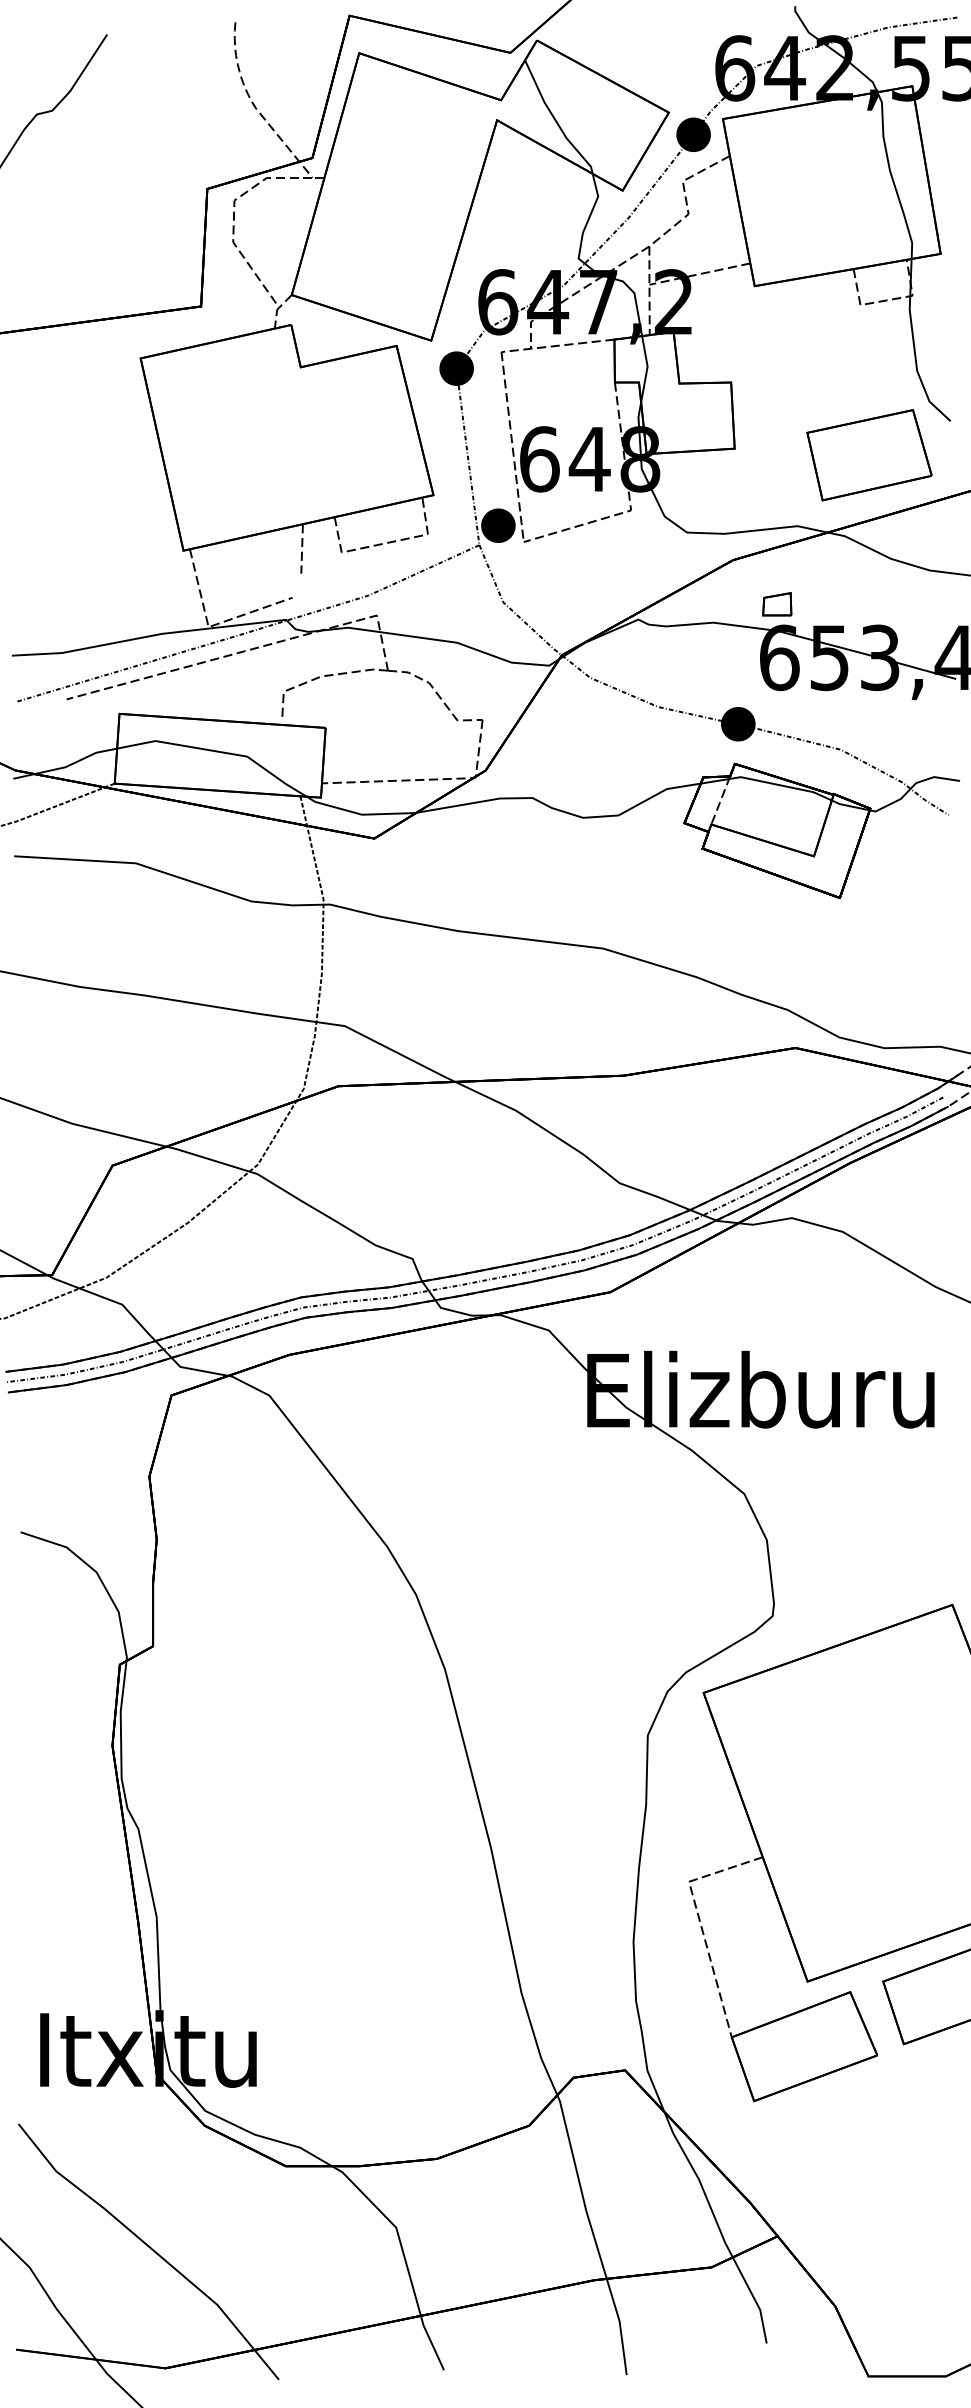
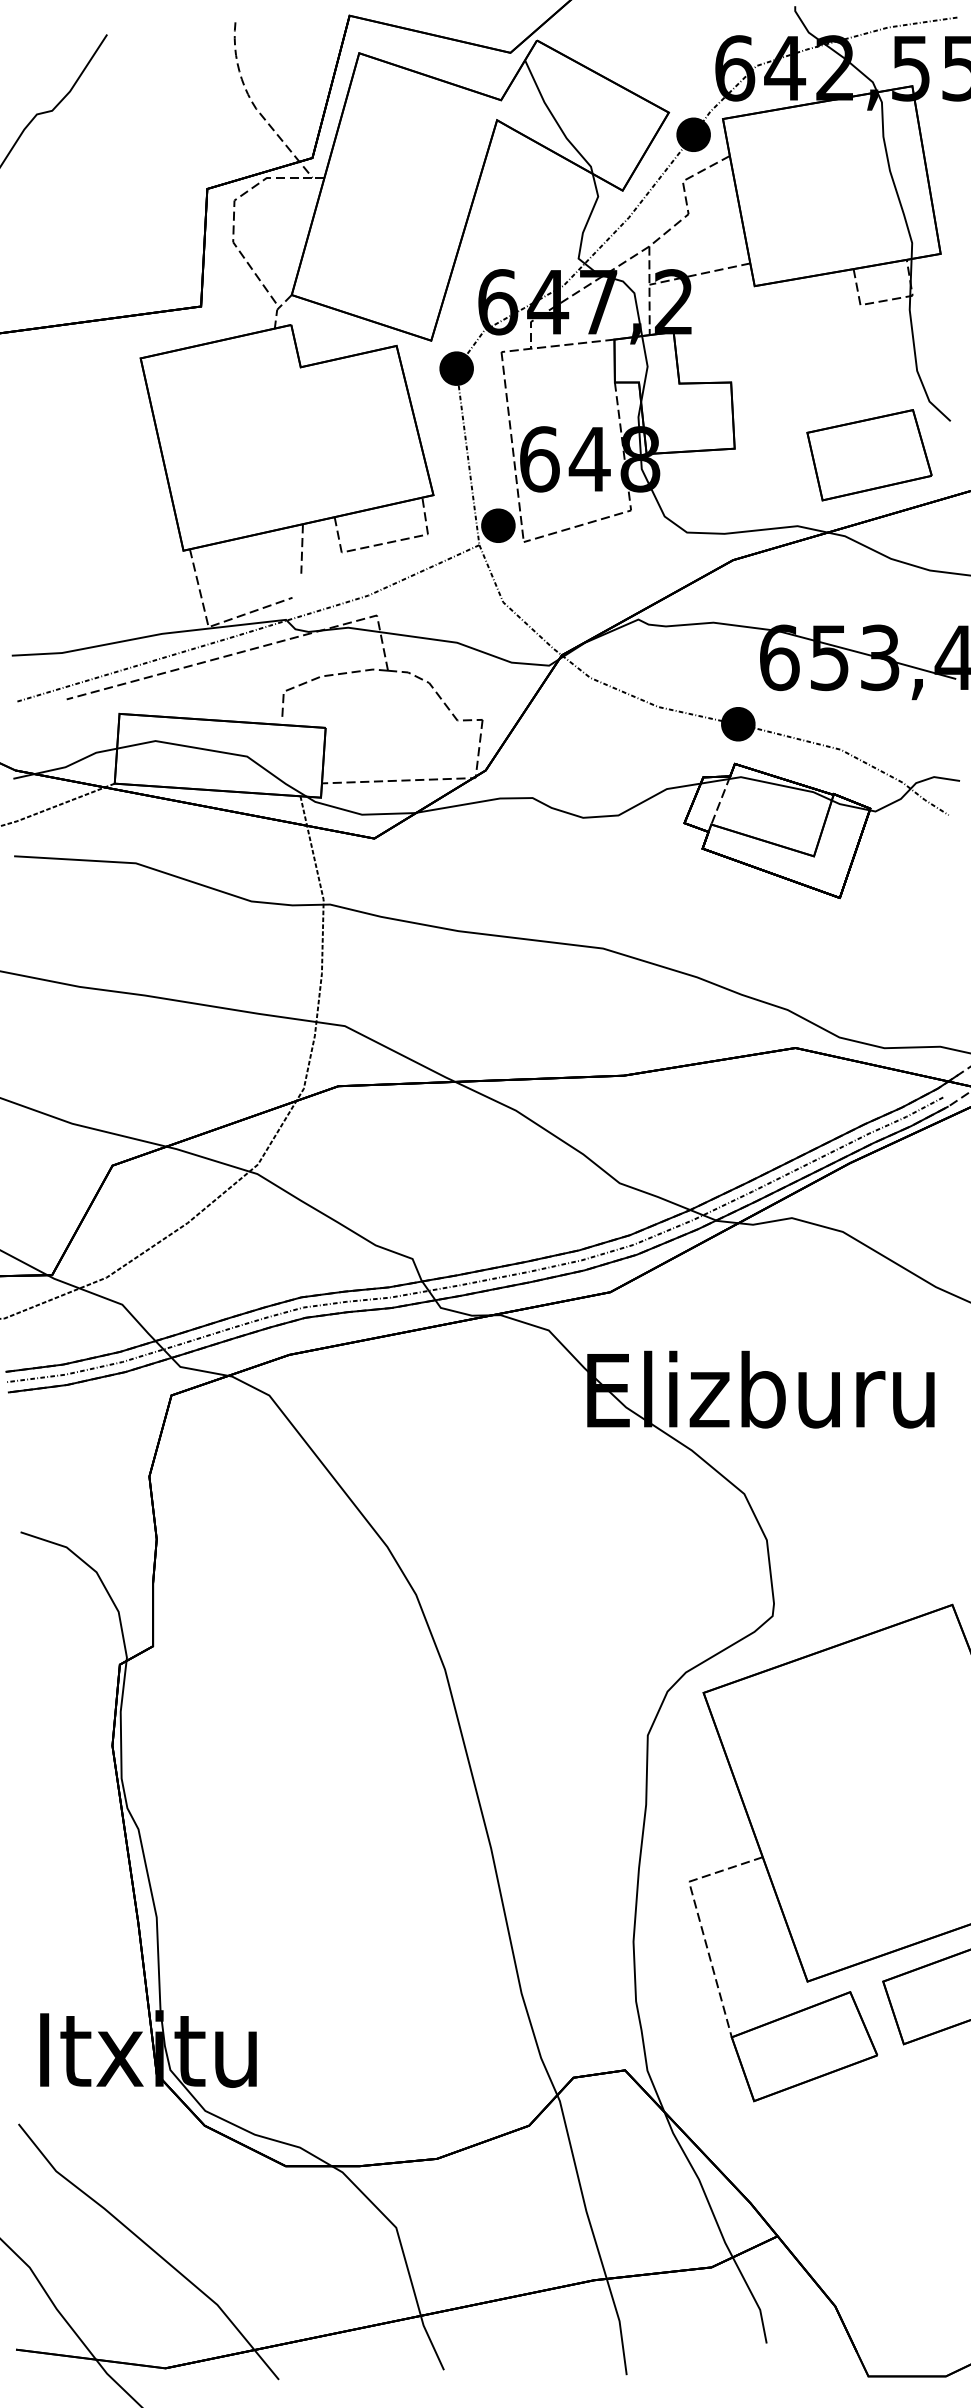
part at (777, 604): present -> none
